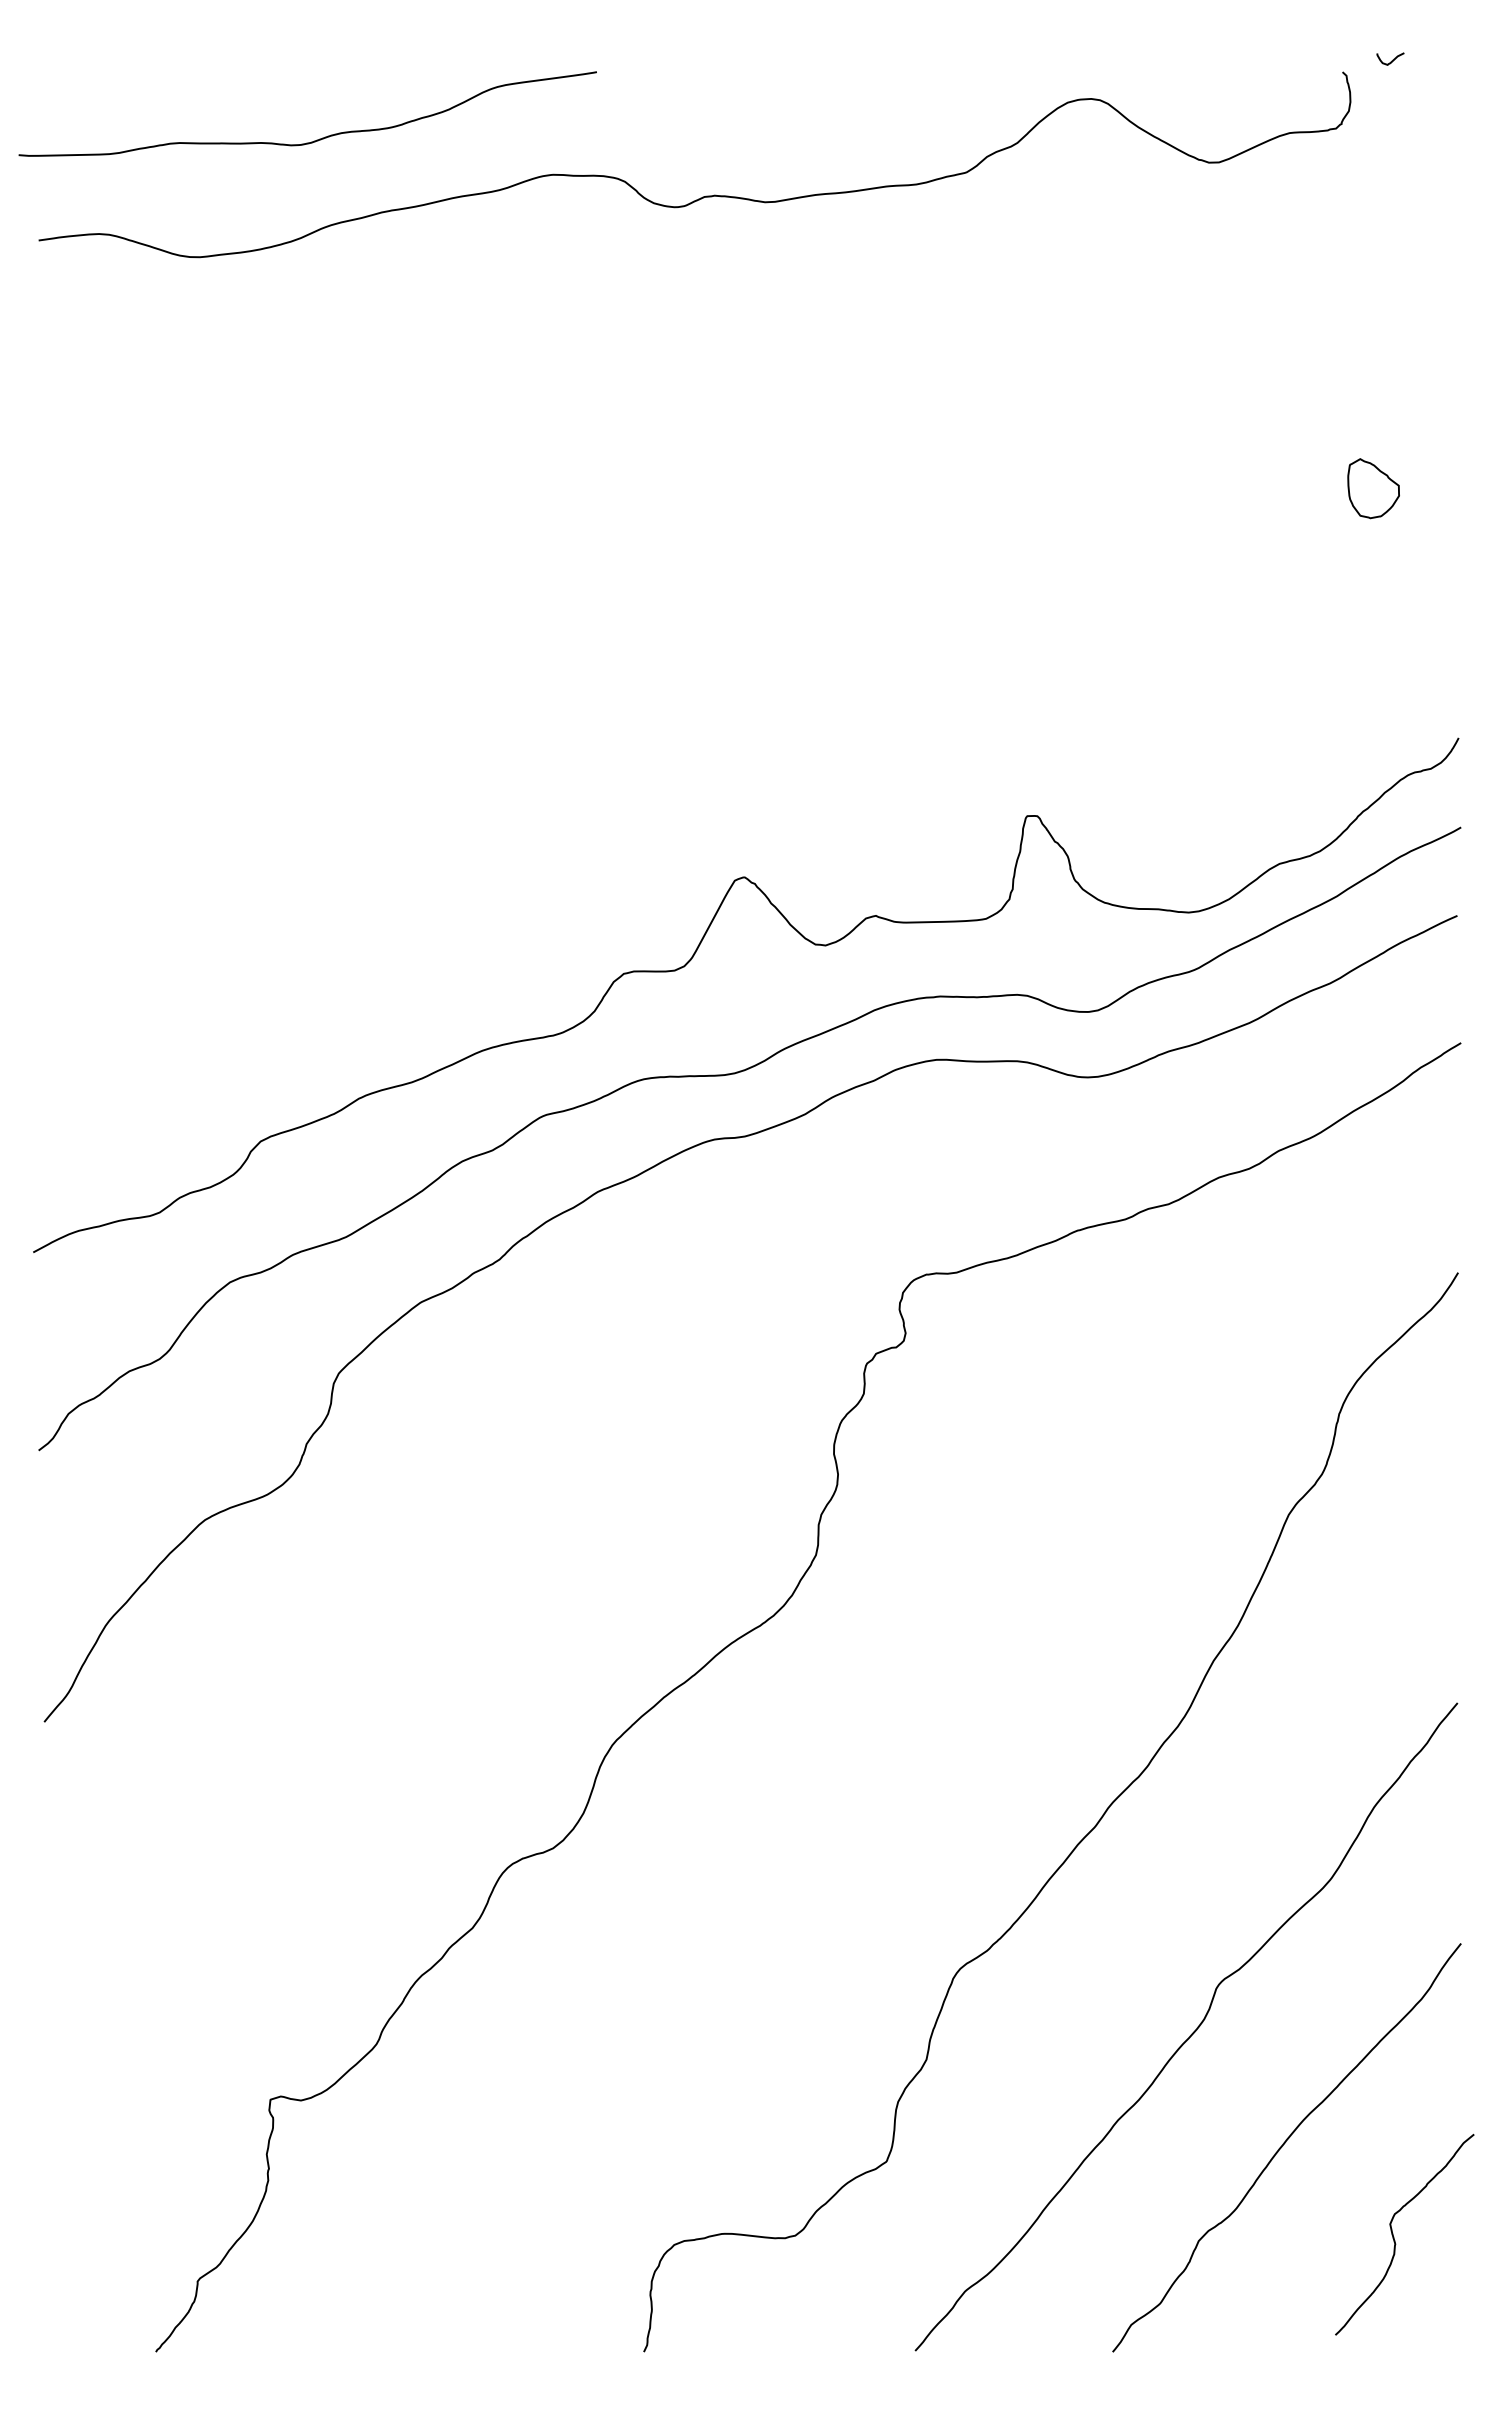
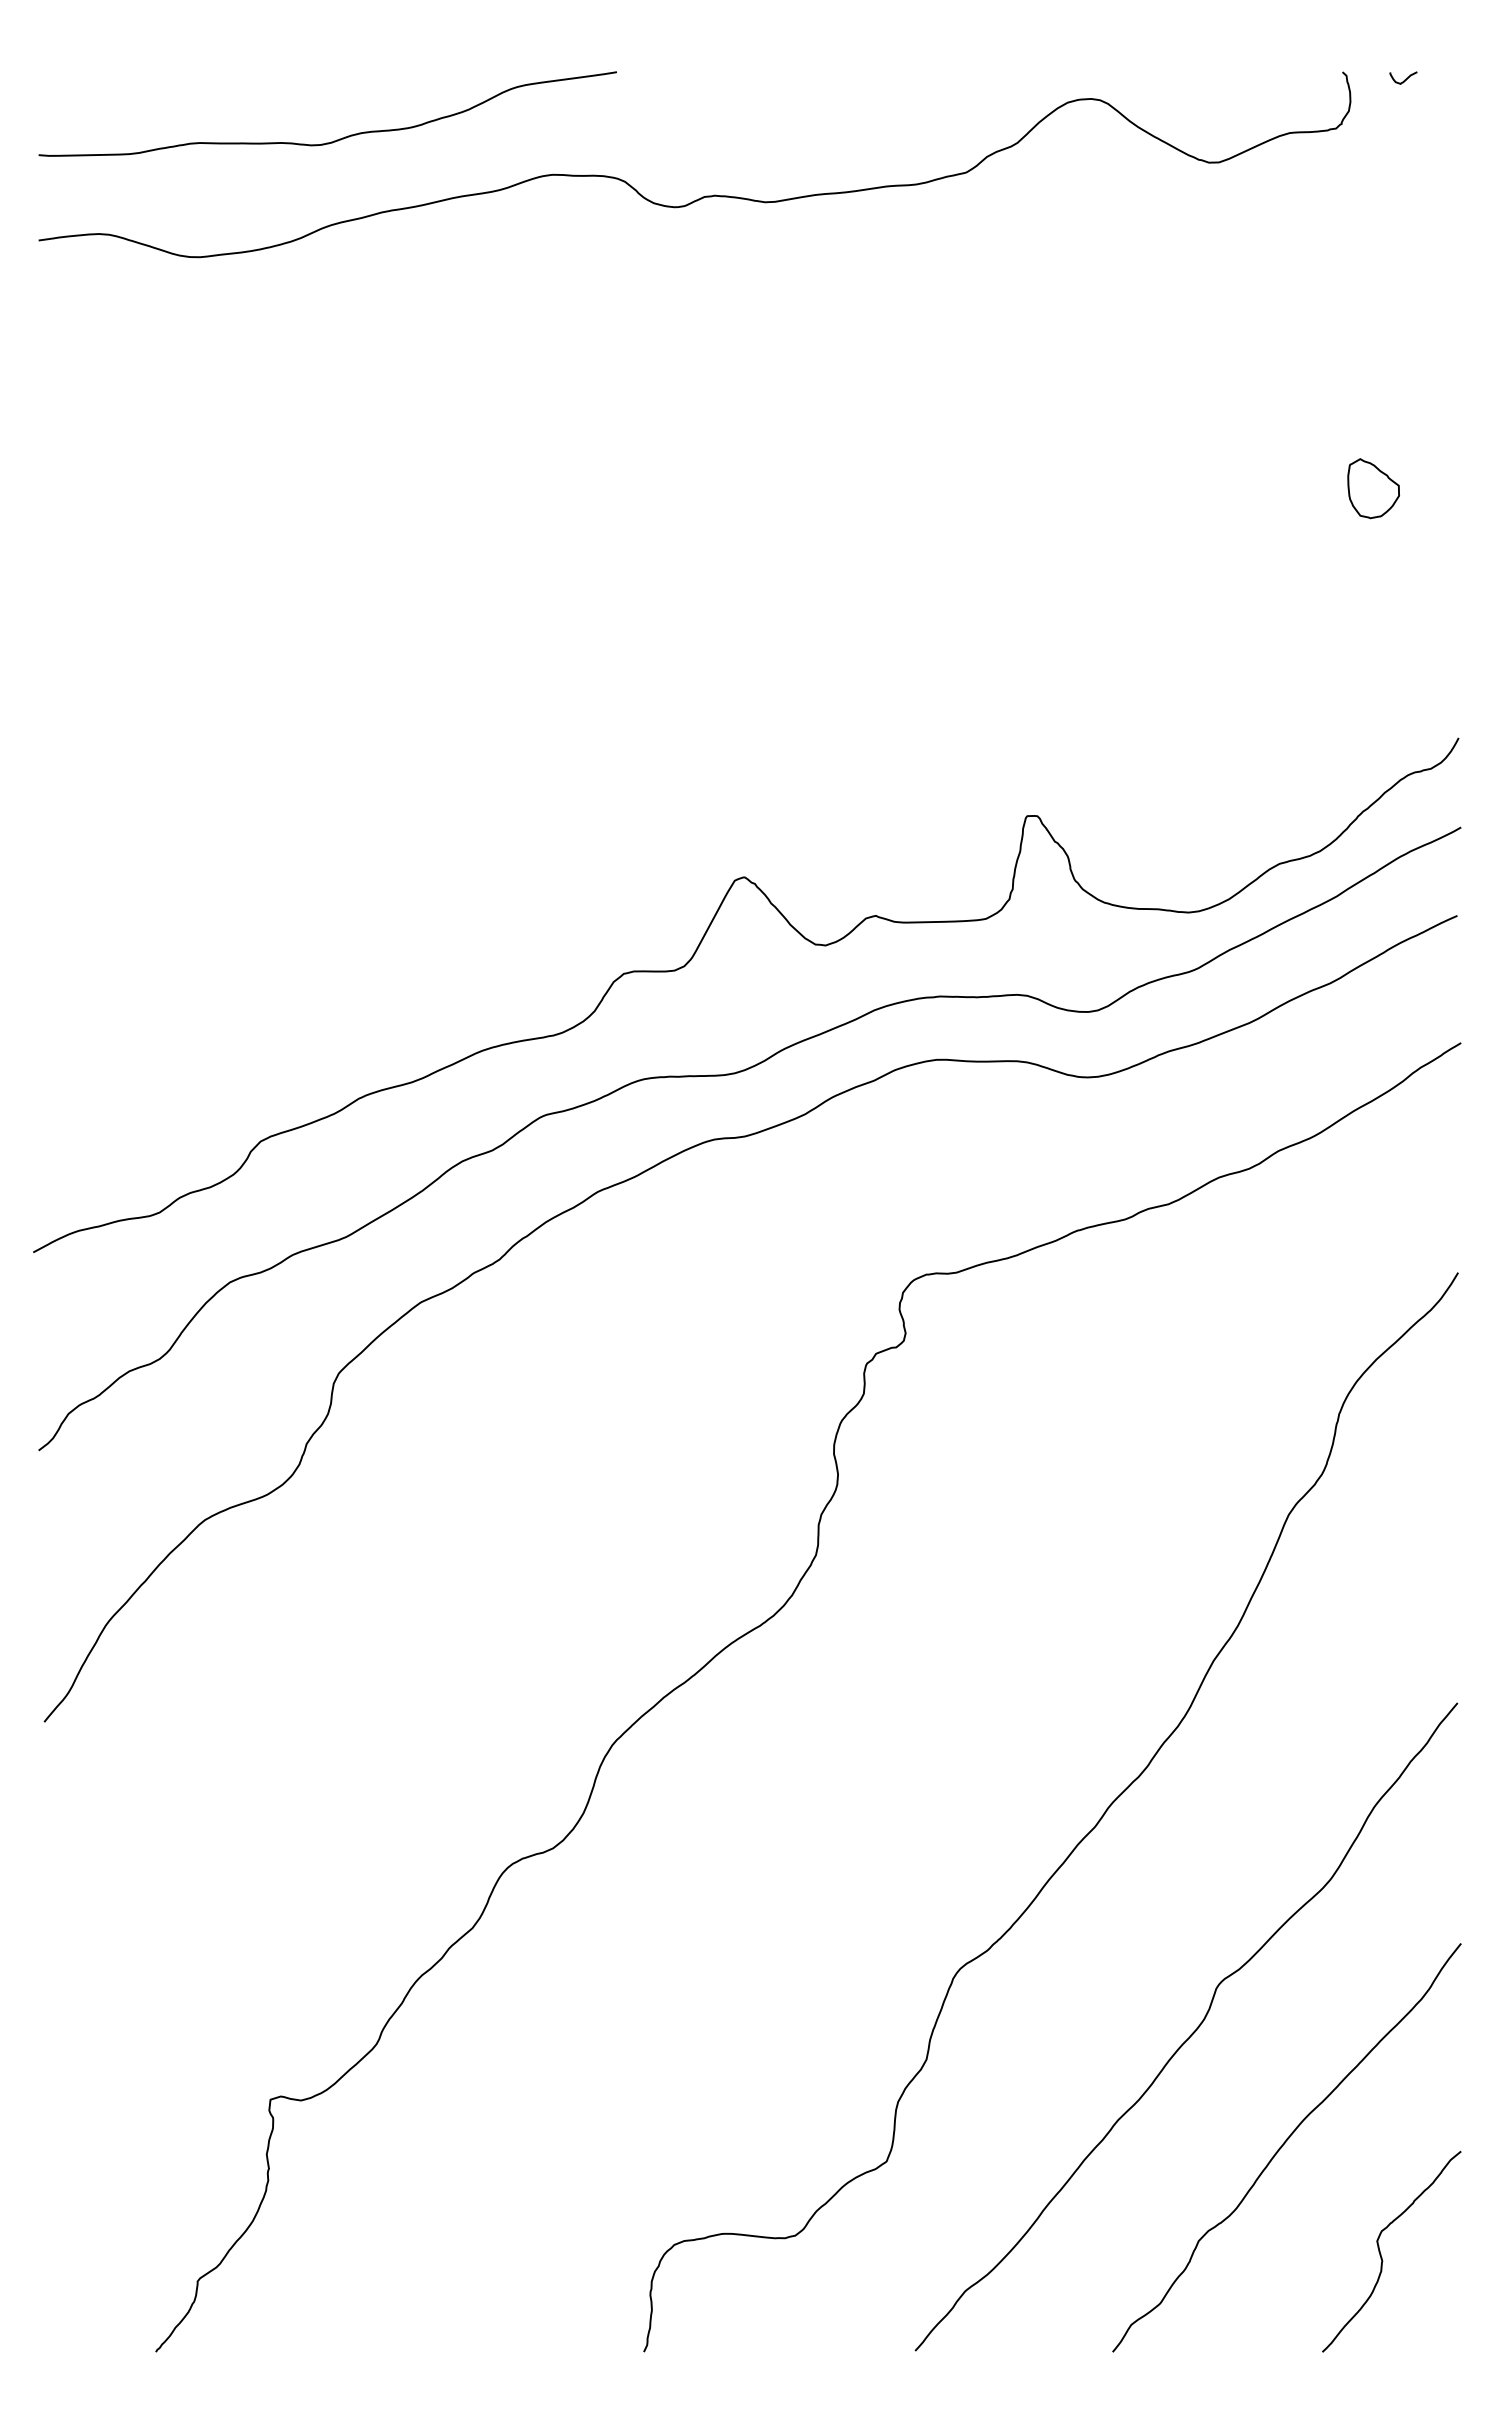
curve at (1392, 59) position: (1392, 59) -> (1405, 78)
curve at (316, 139) position: (316, 139) -> (336, 139)
curve at (1394, 2237) position: (1394, 2237) -> (1381, 2254)
